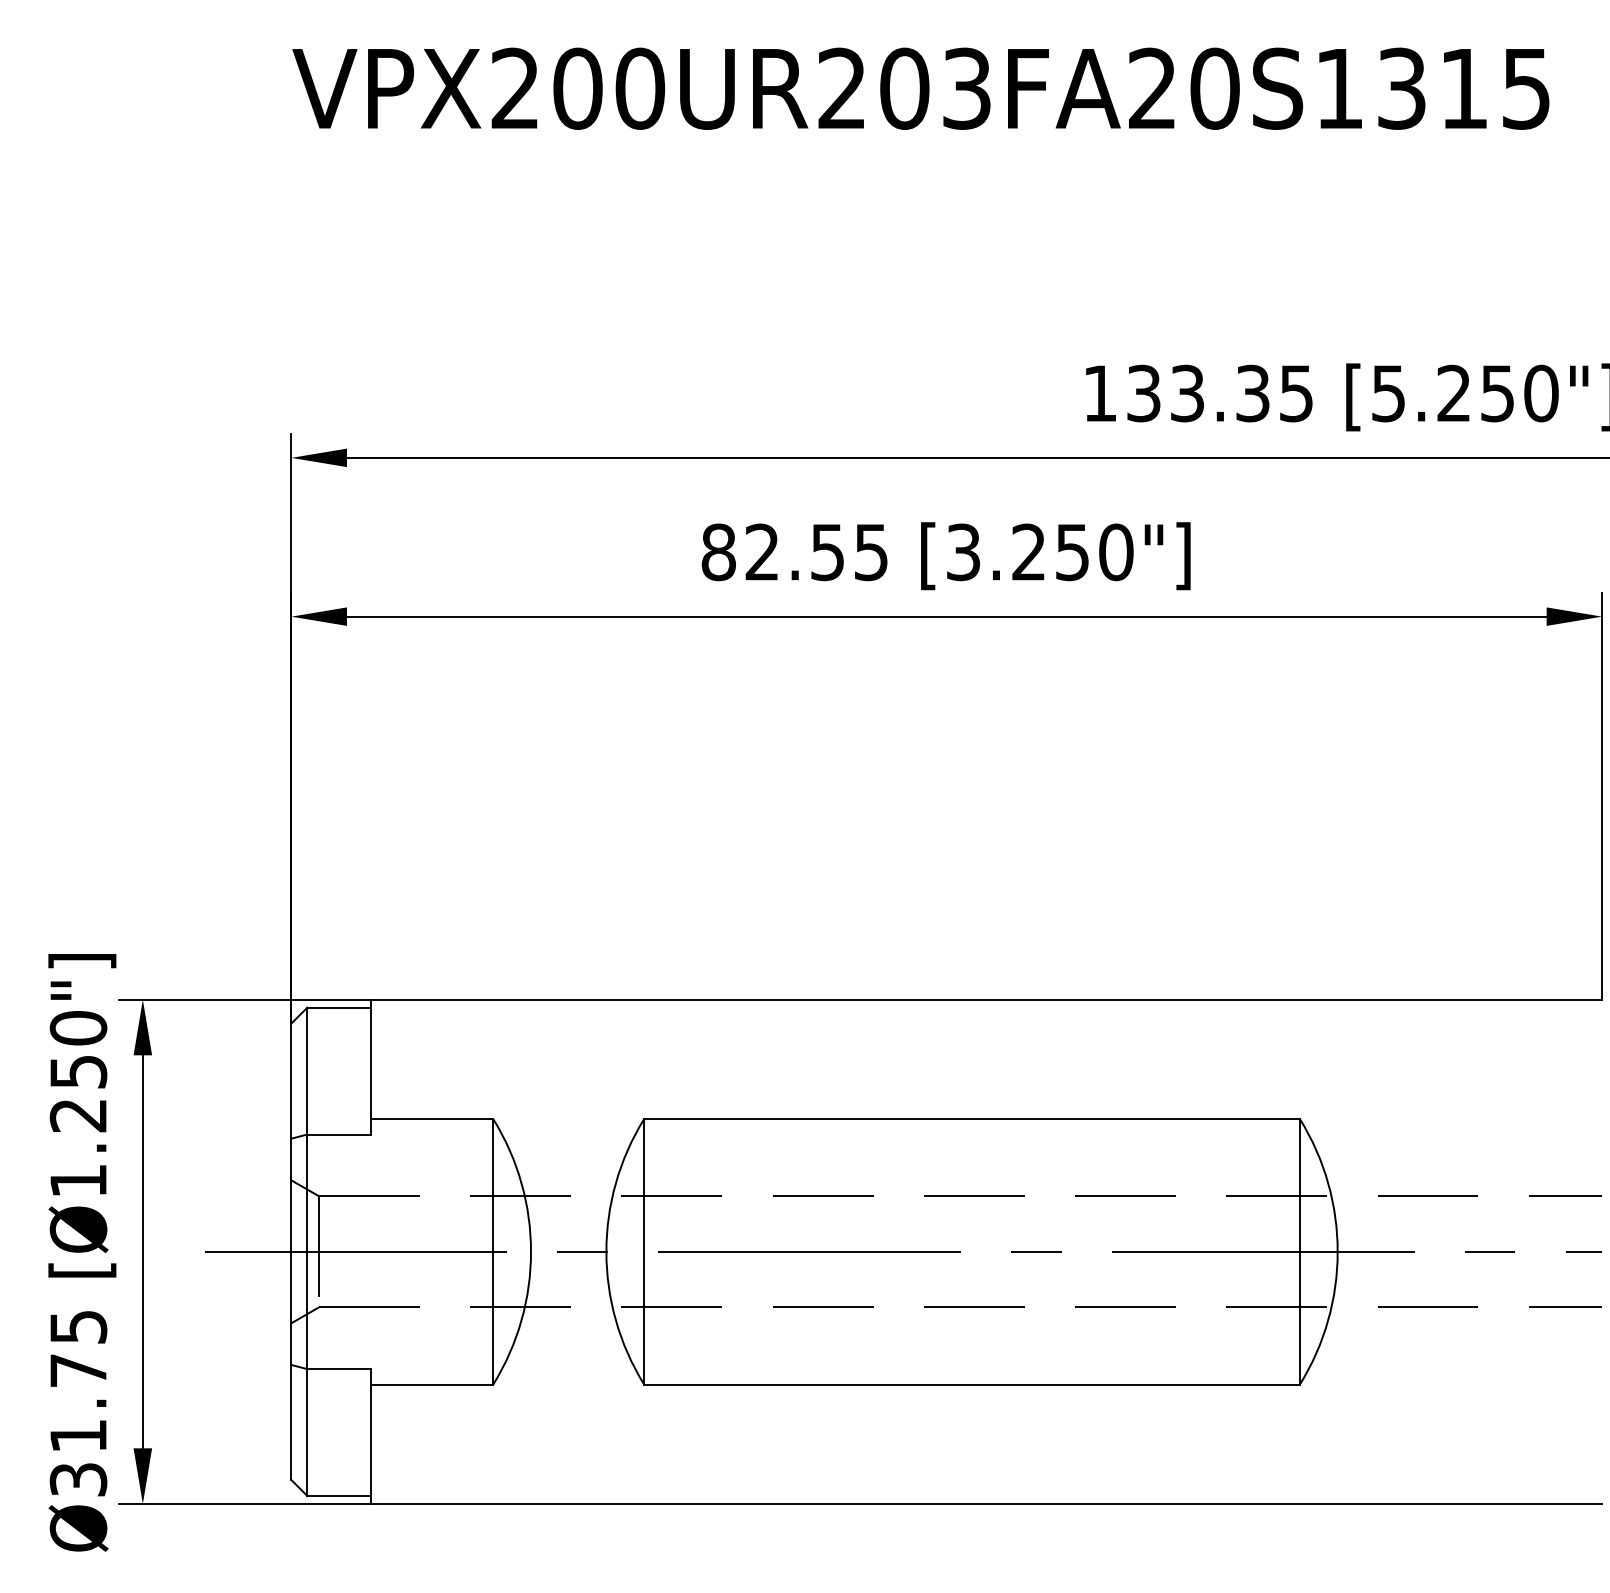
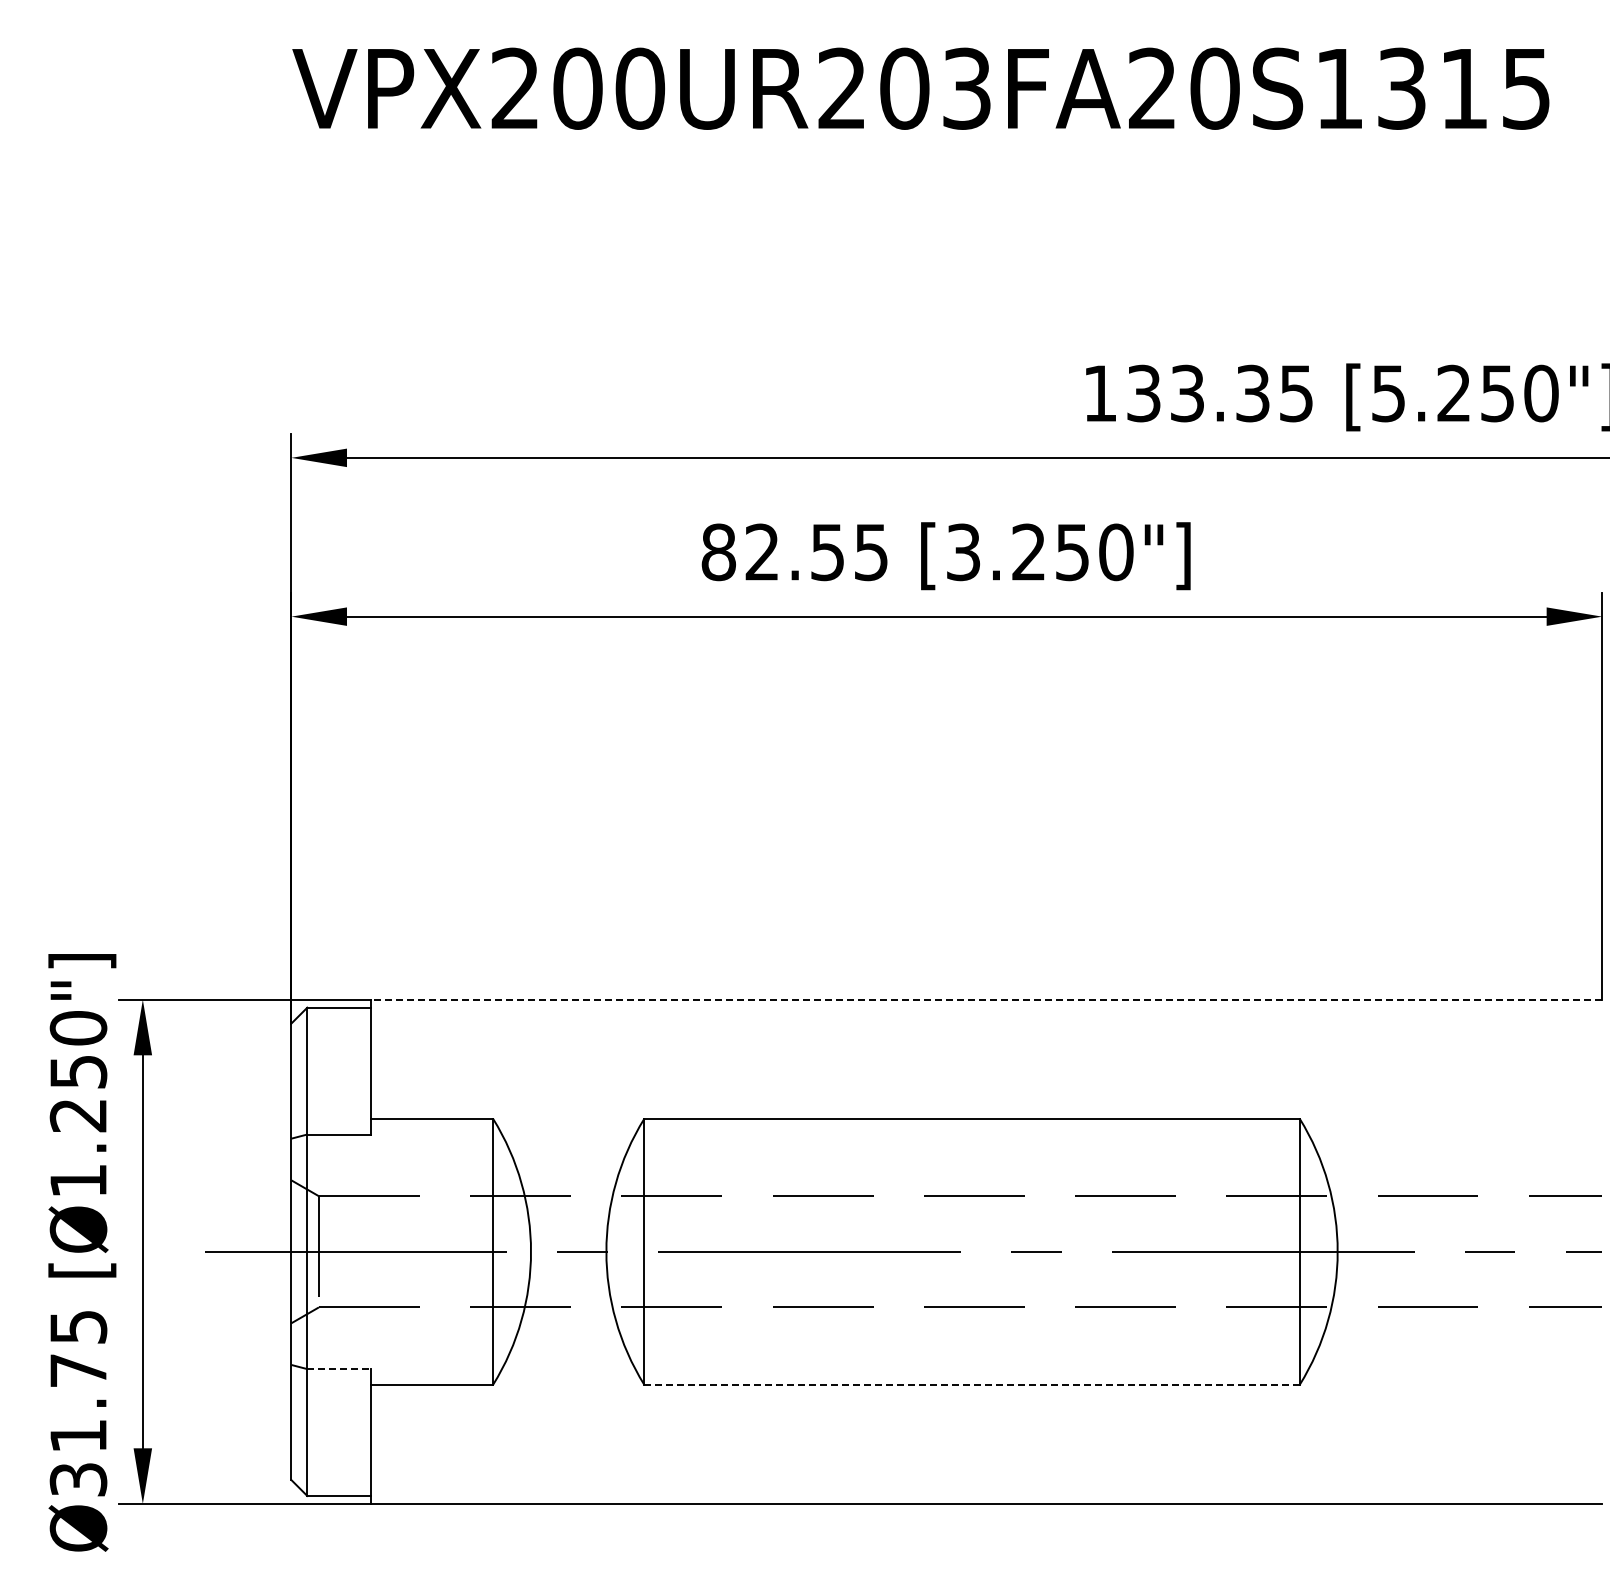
line at (986, 999): solid -> dashed
line at (339, 1369): solid -> dashed
line at (972, 1384): solid -> dashed
